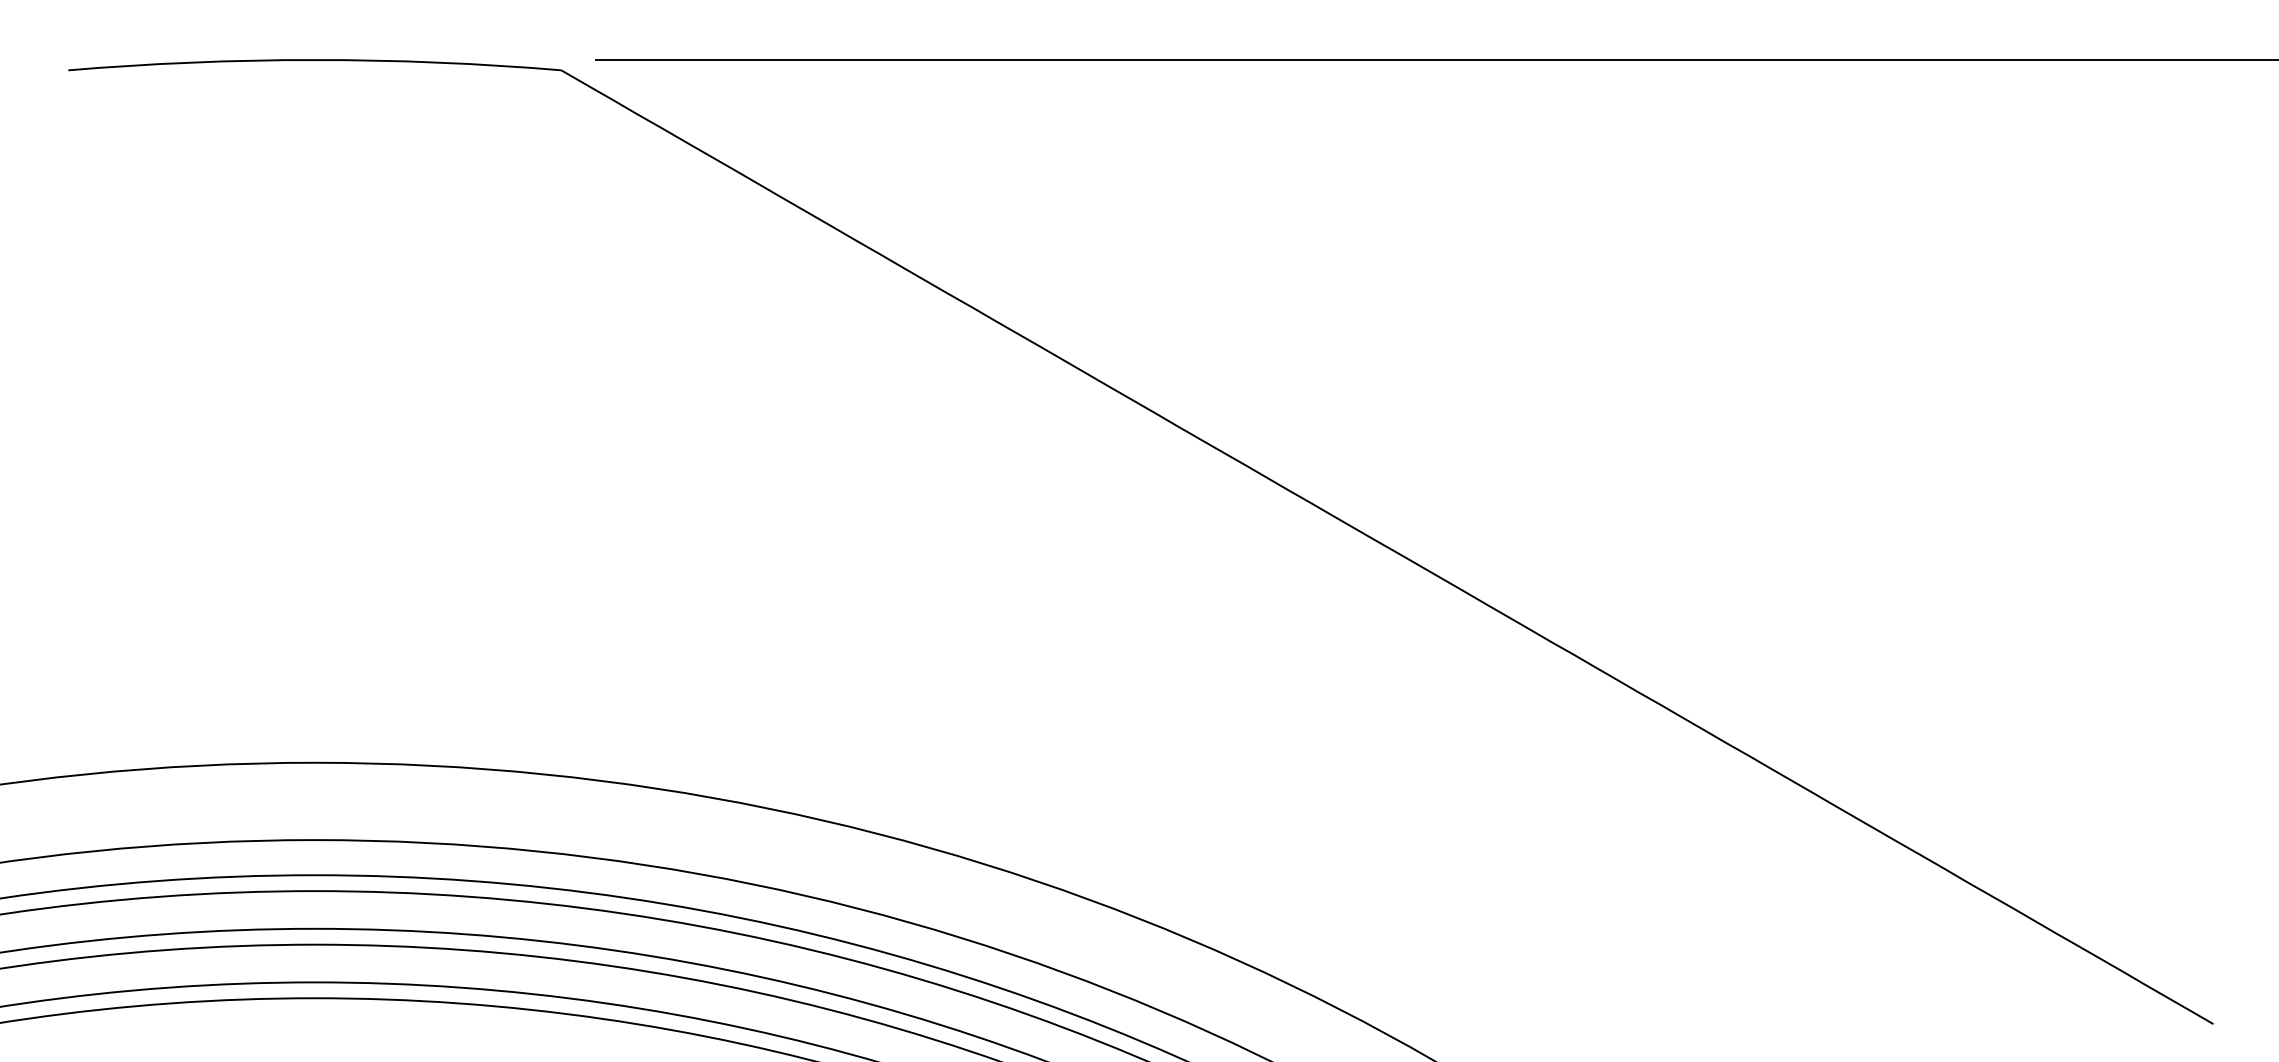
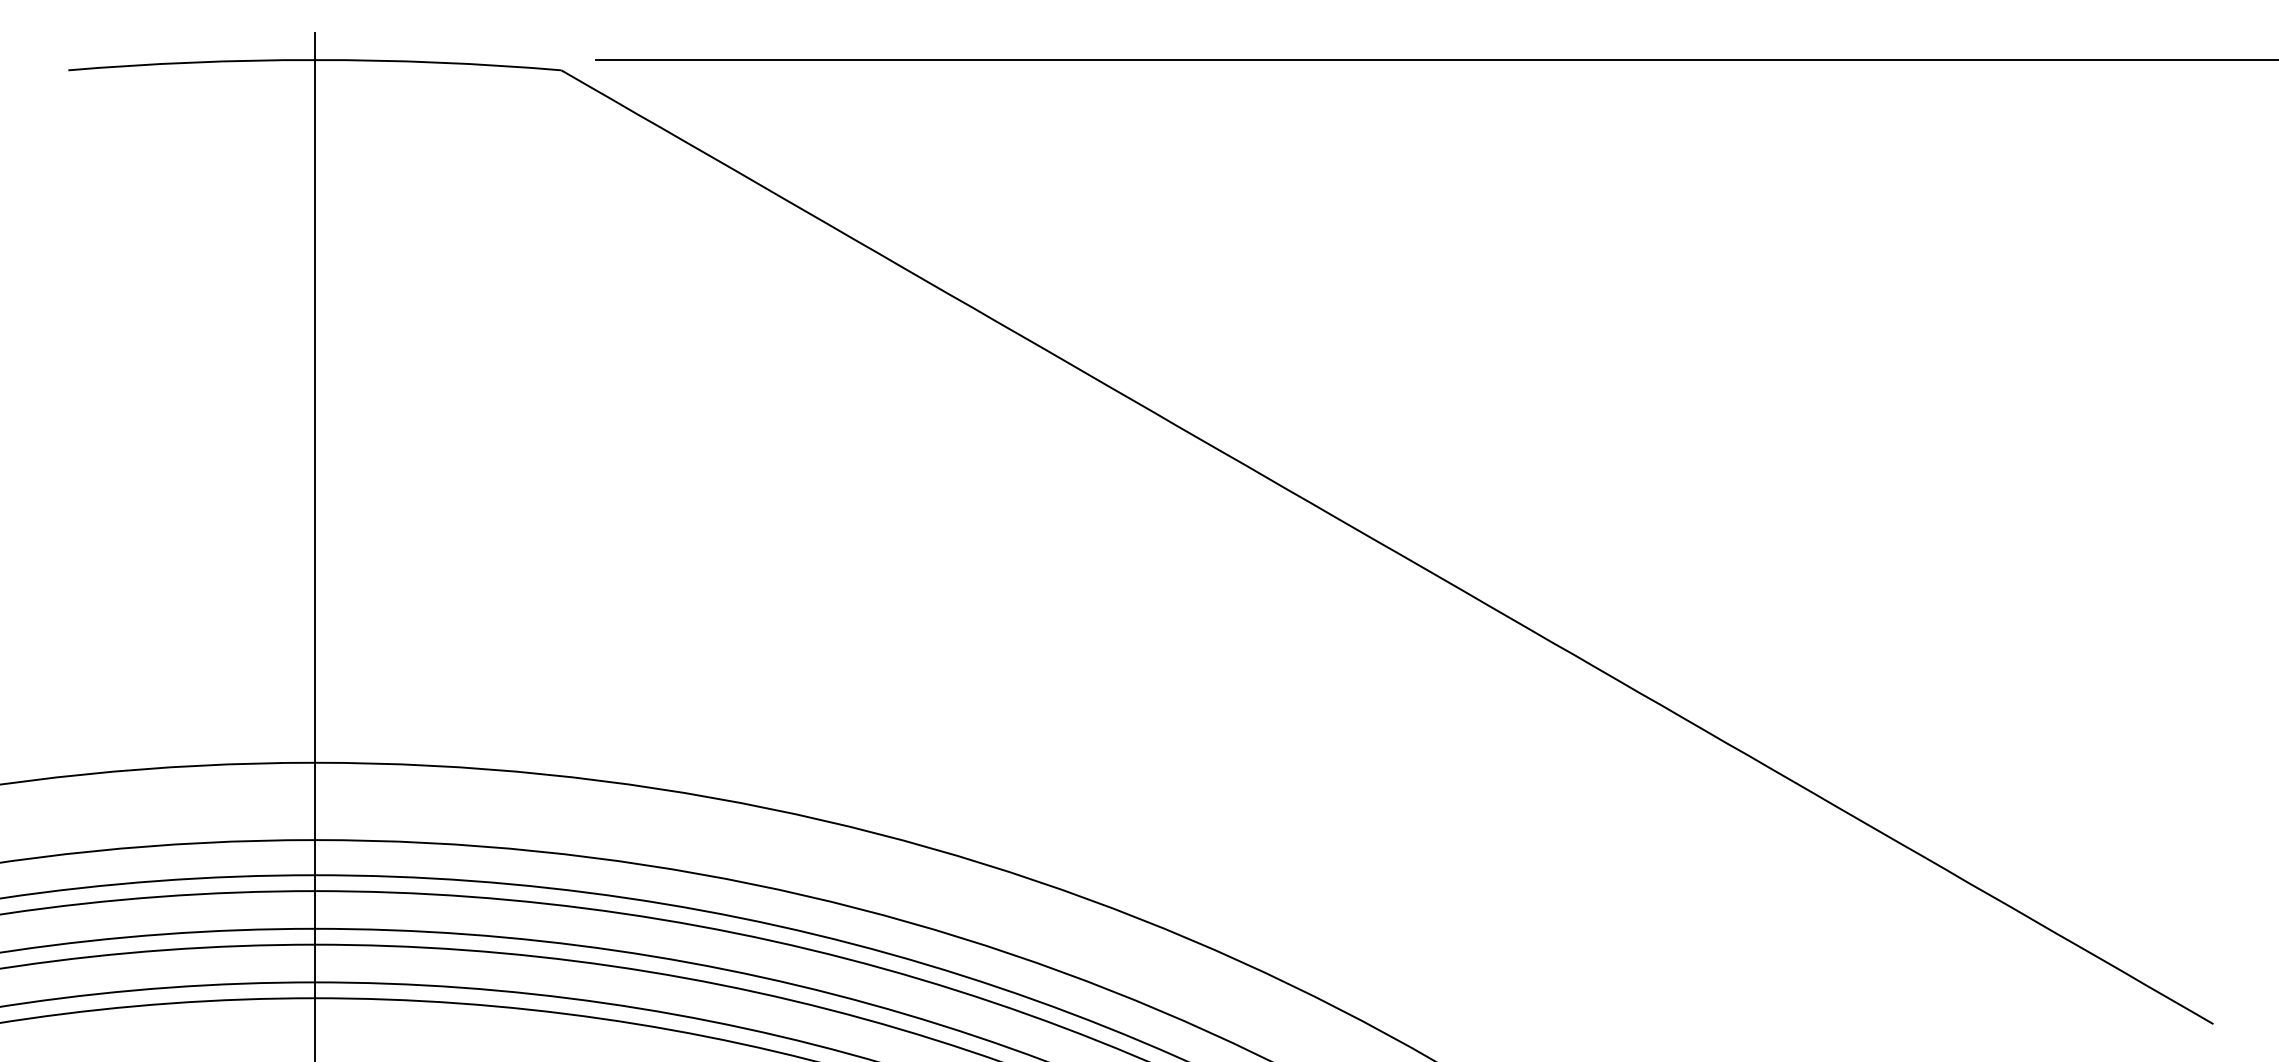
line at (314, 544): none -> present
